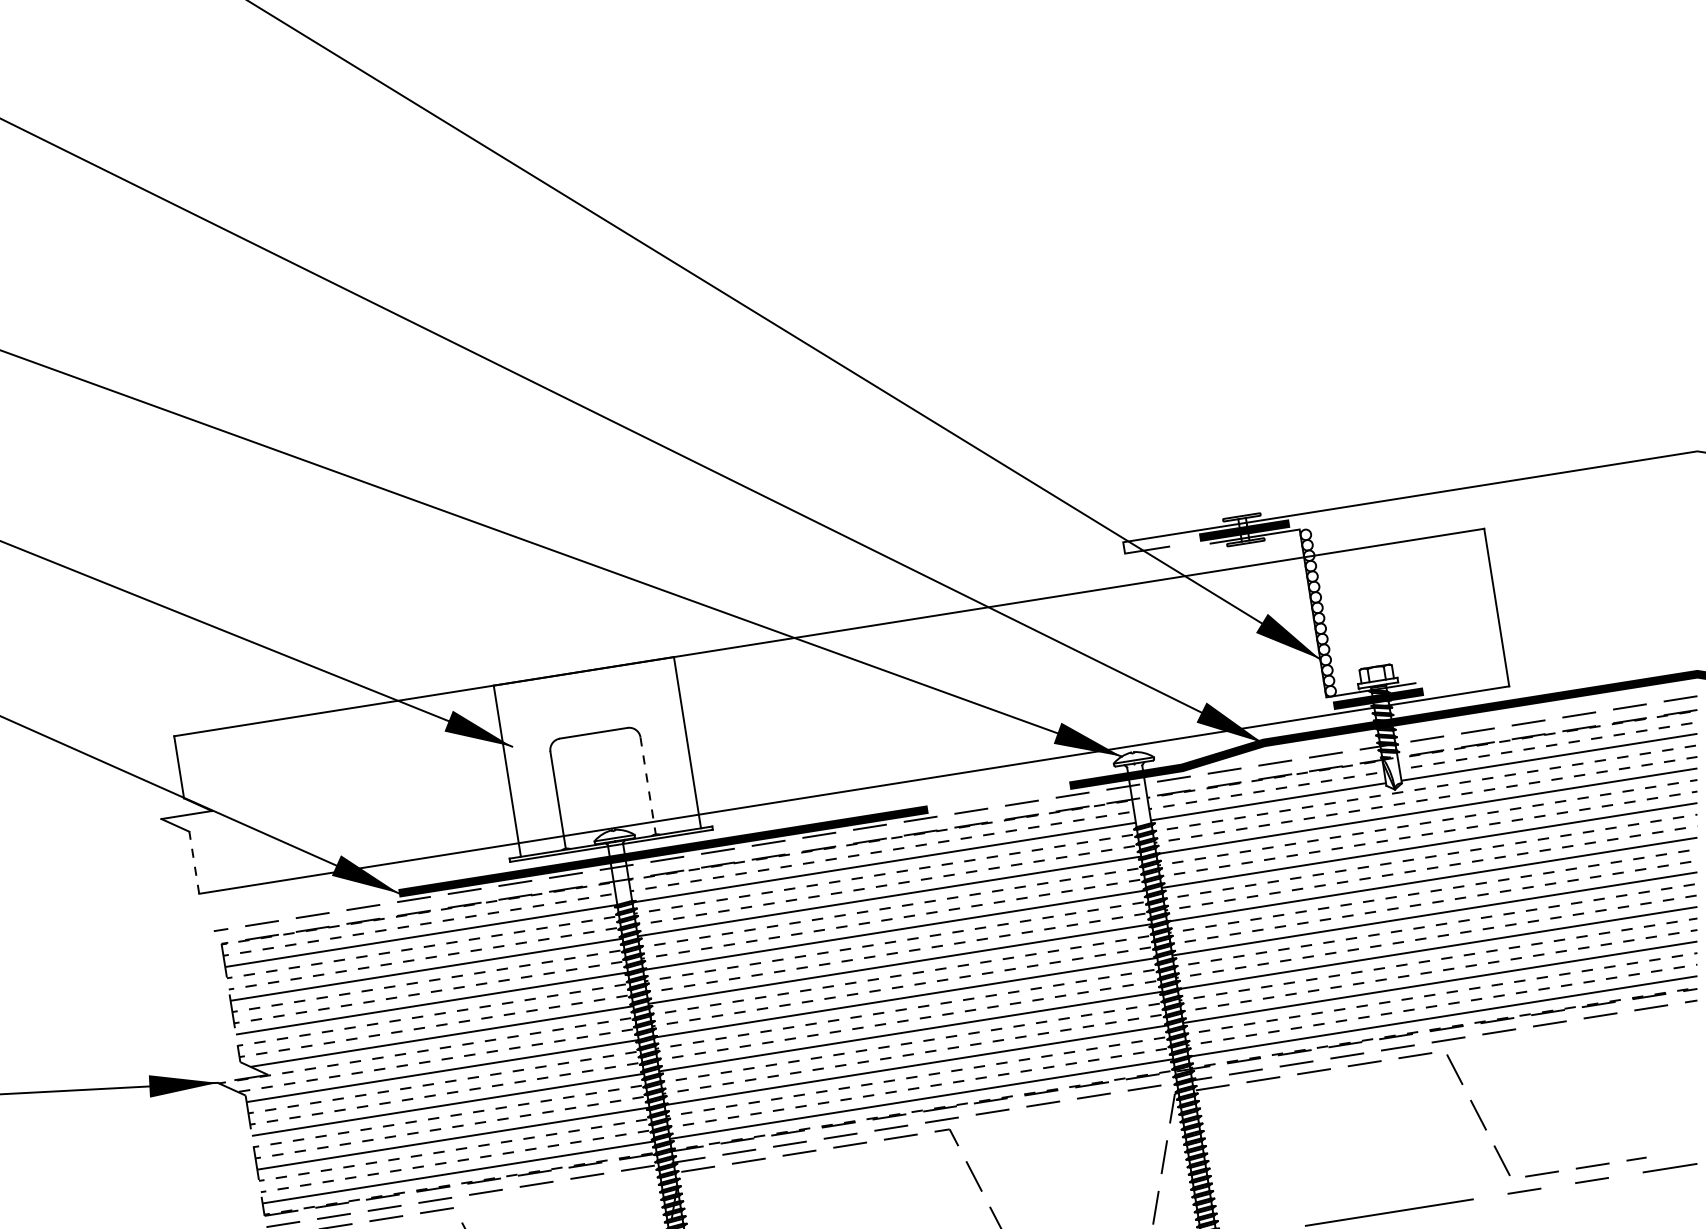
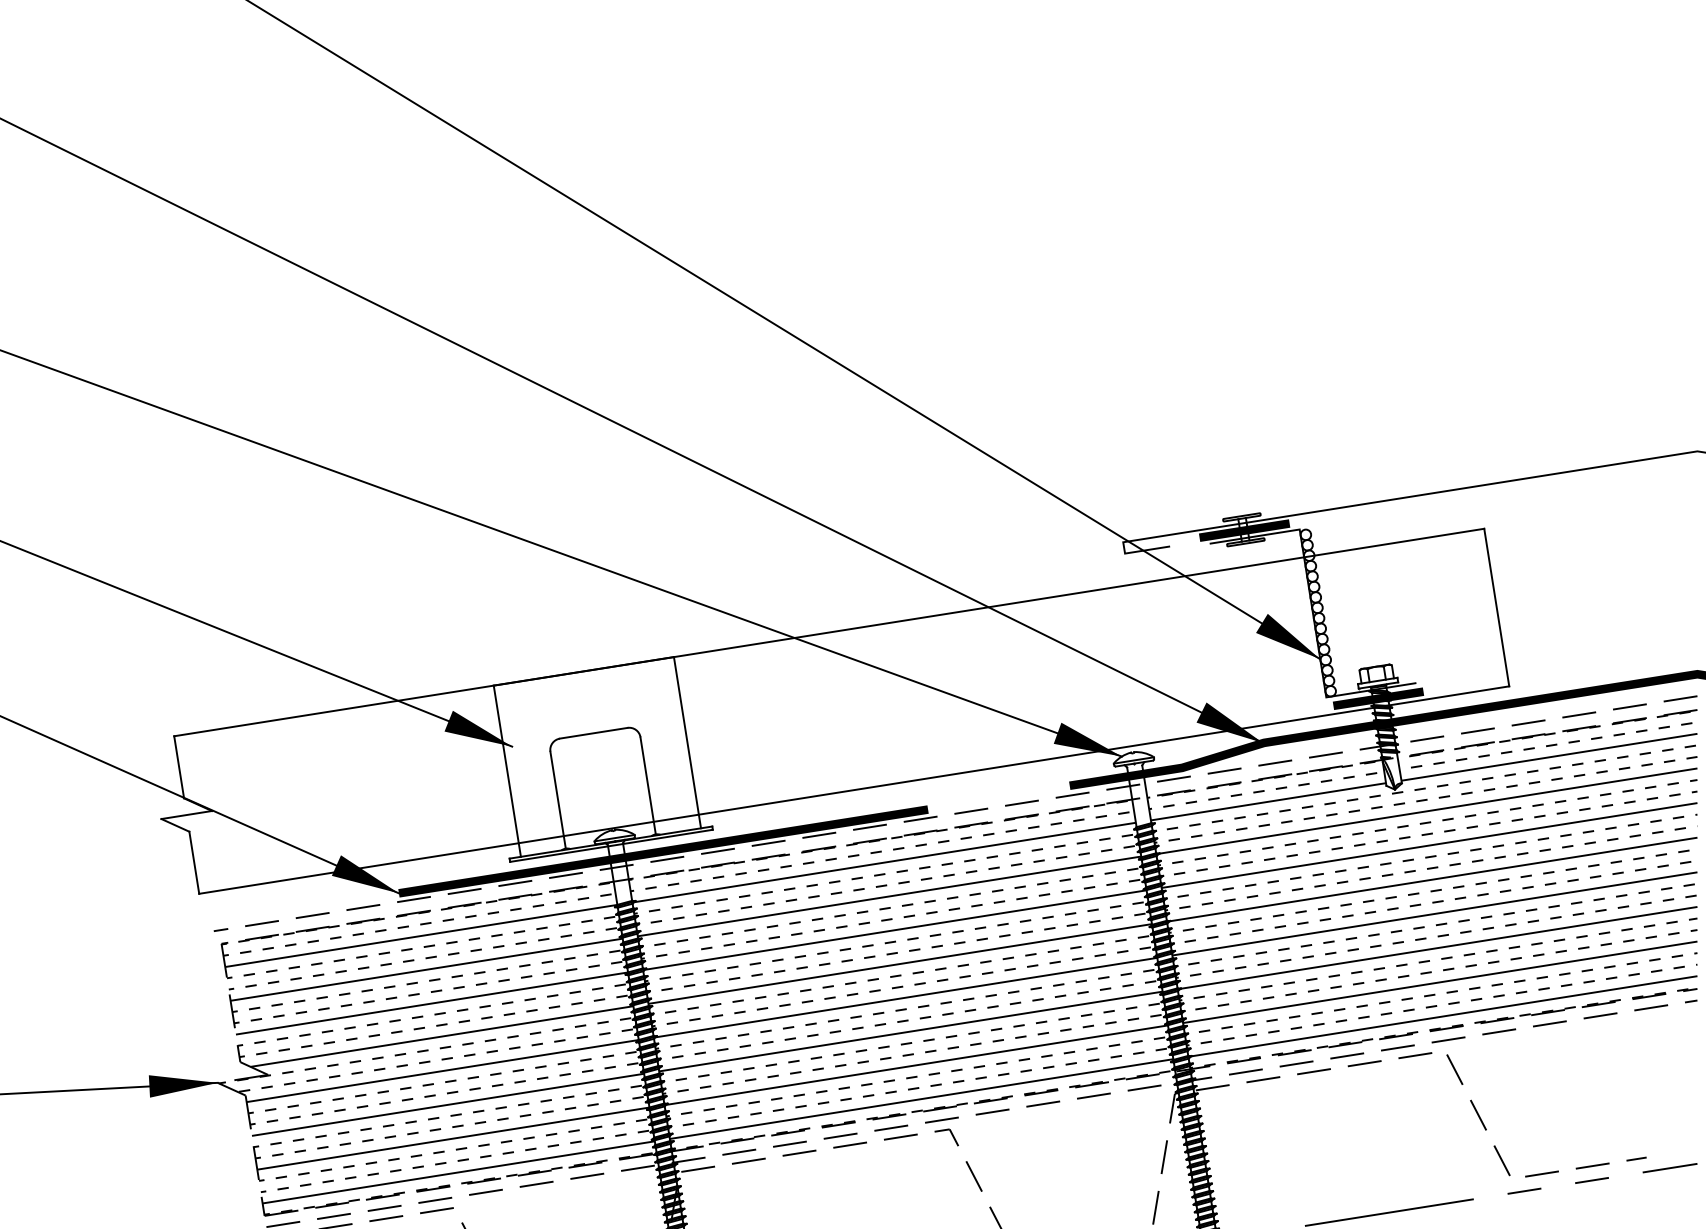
line at (648, 786): dashed -> solid
line at (194, 862): dashed -> solid
